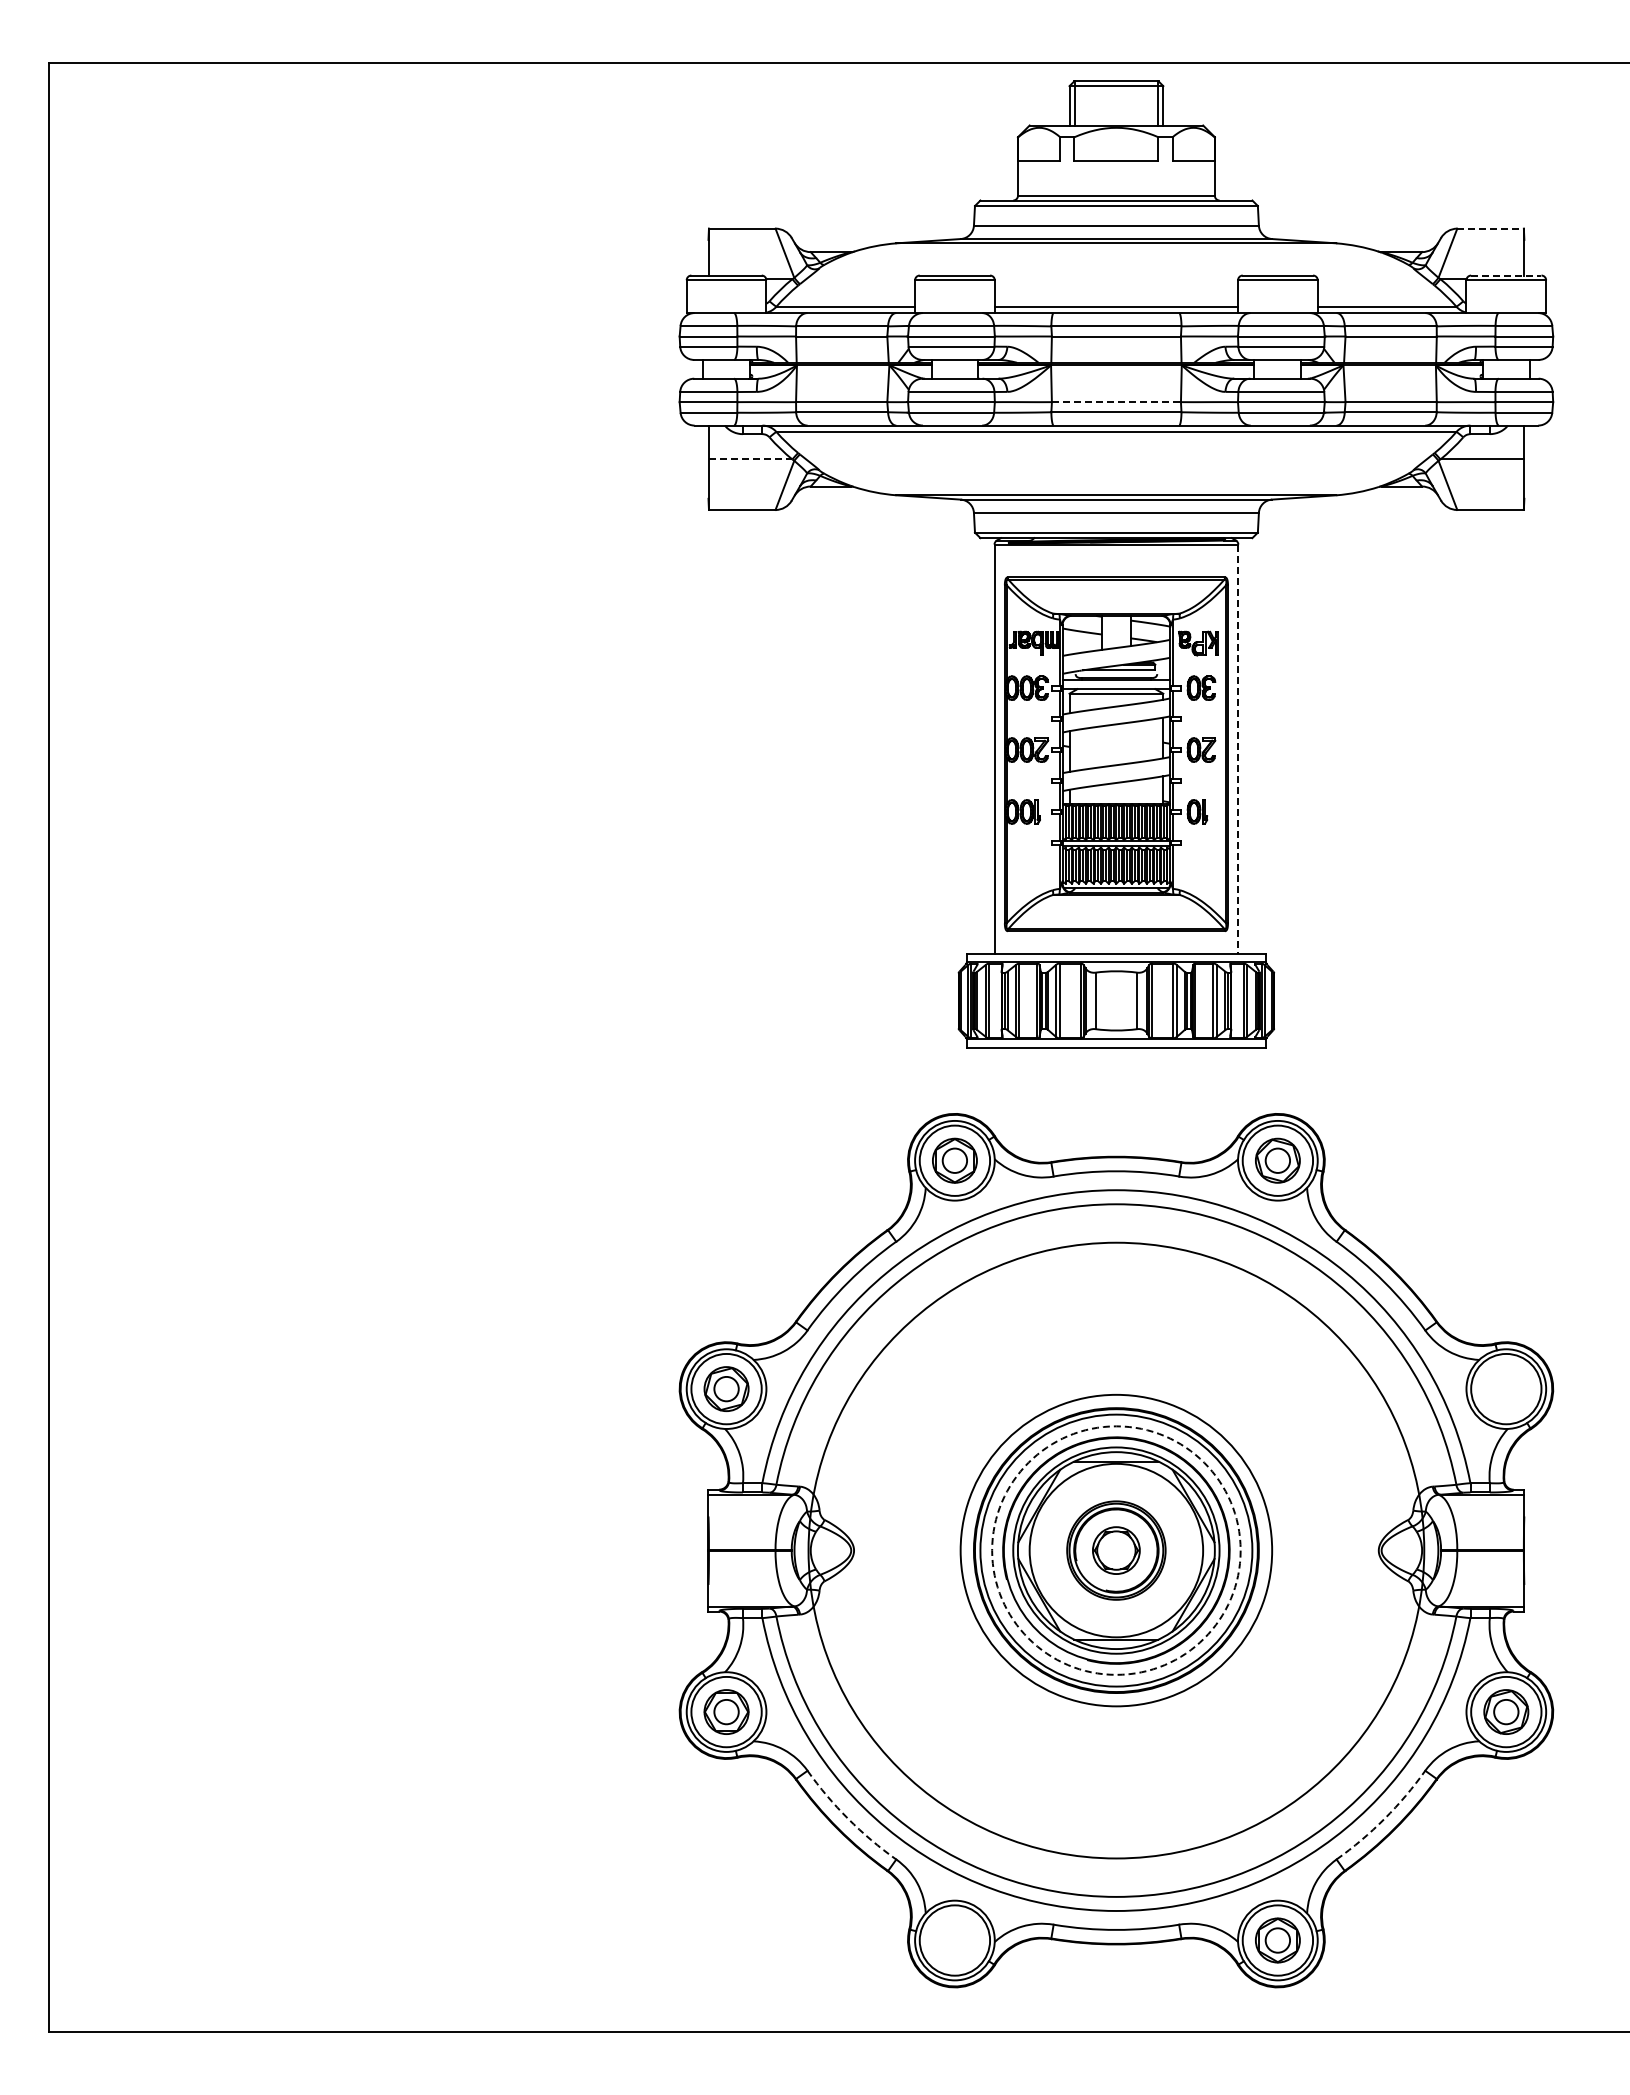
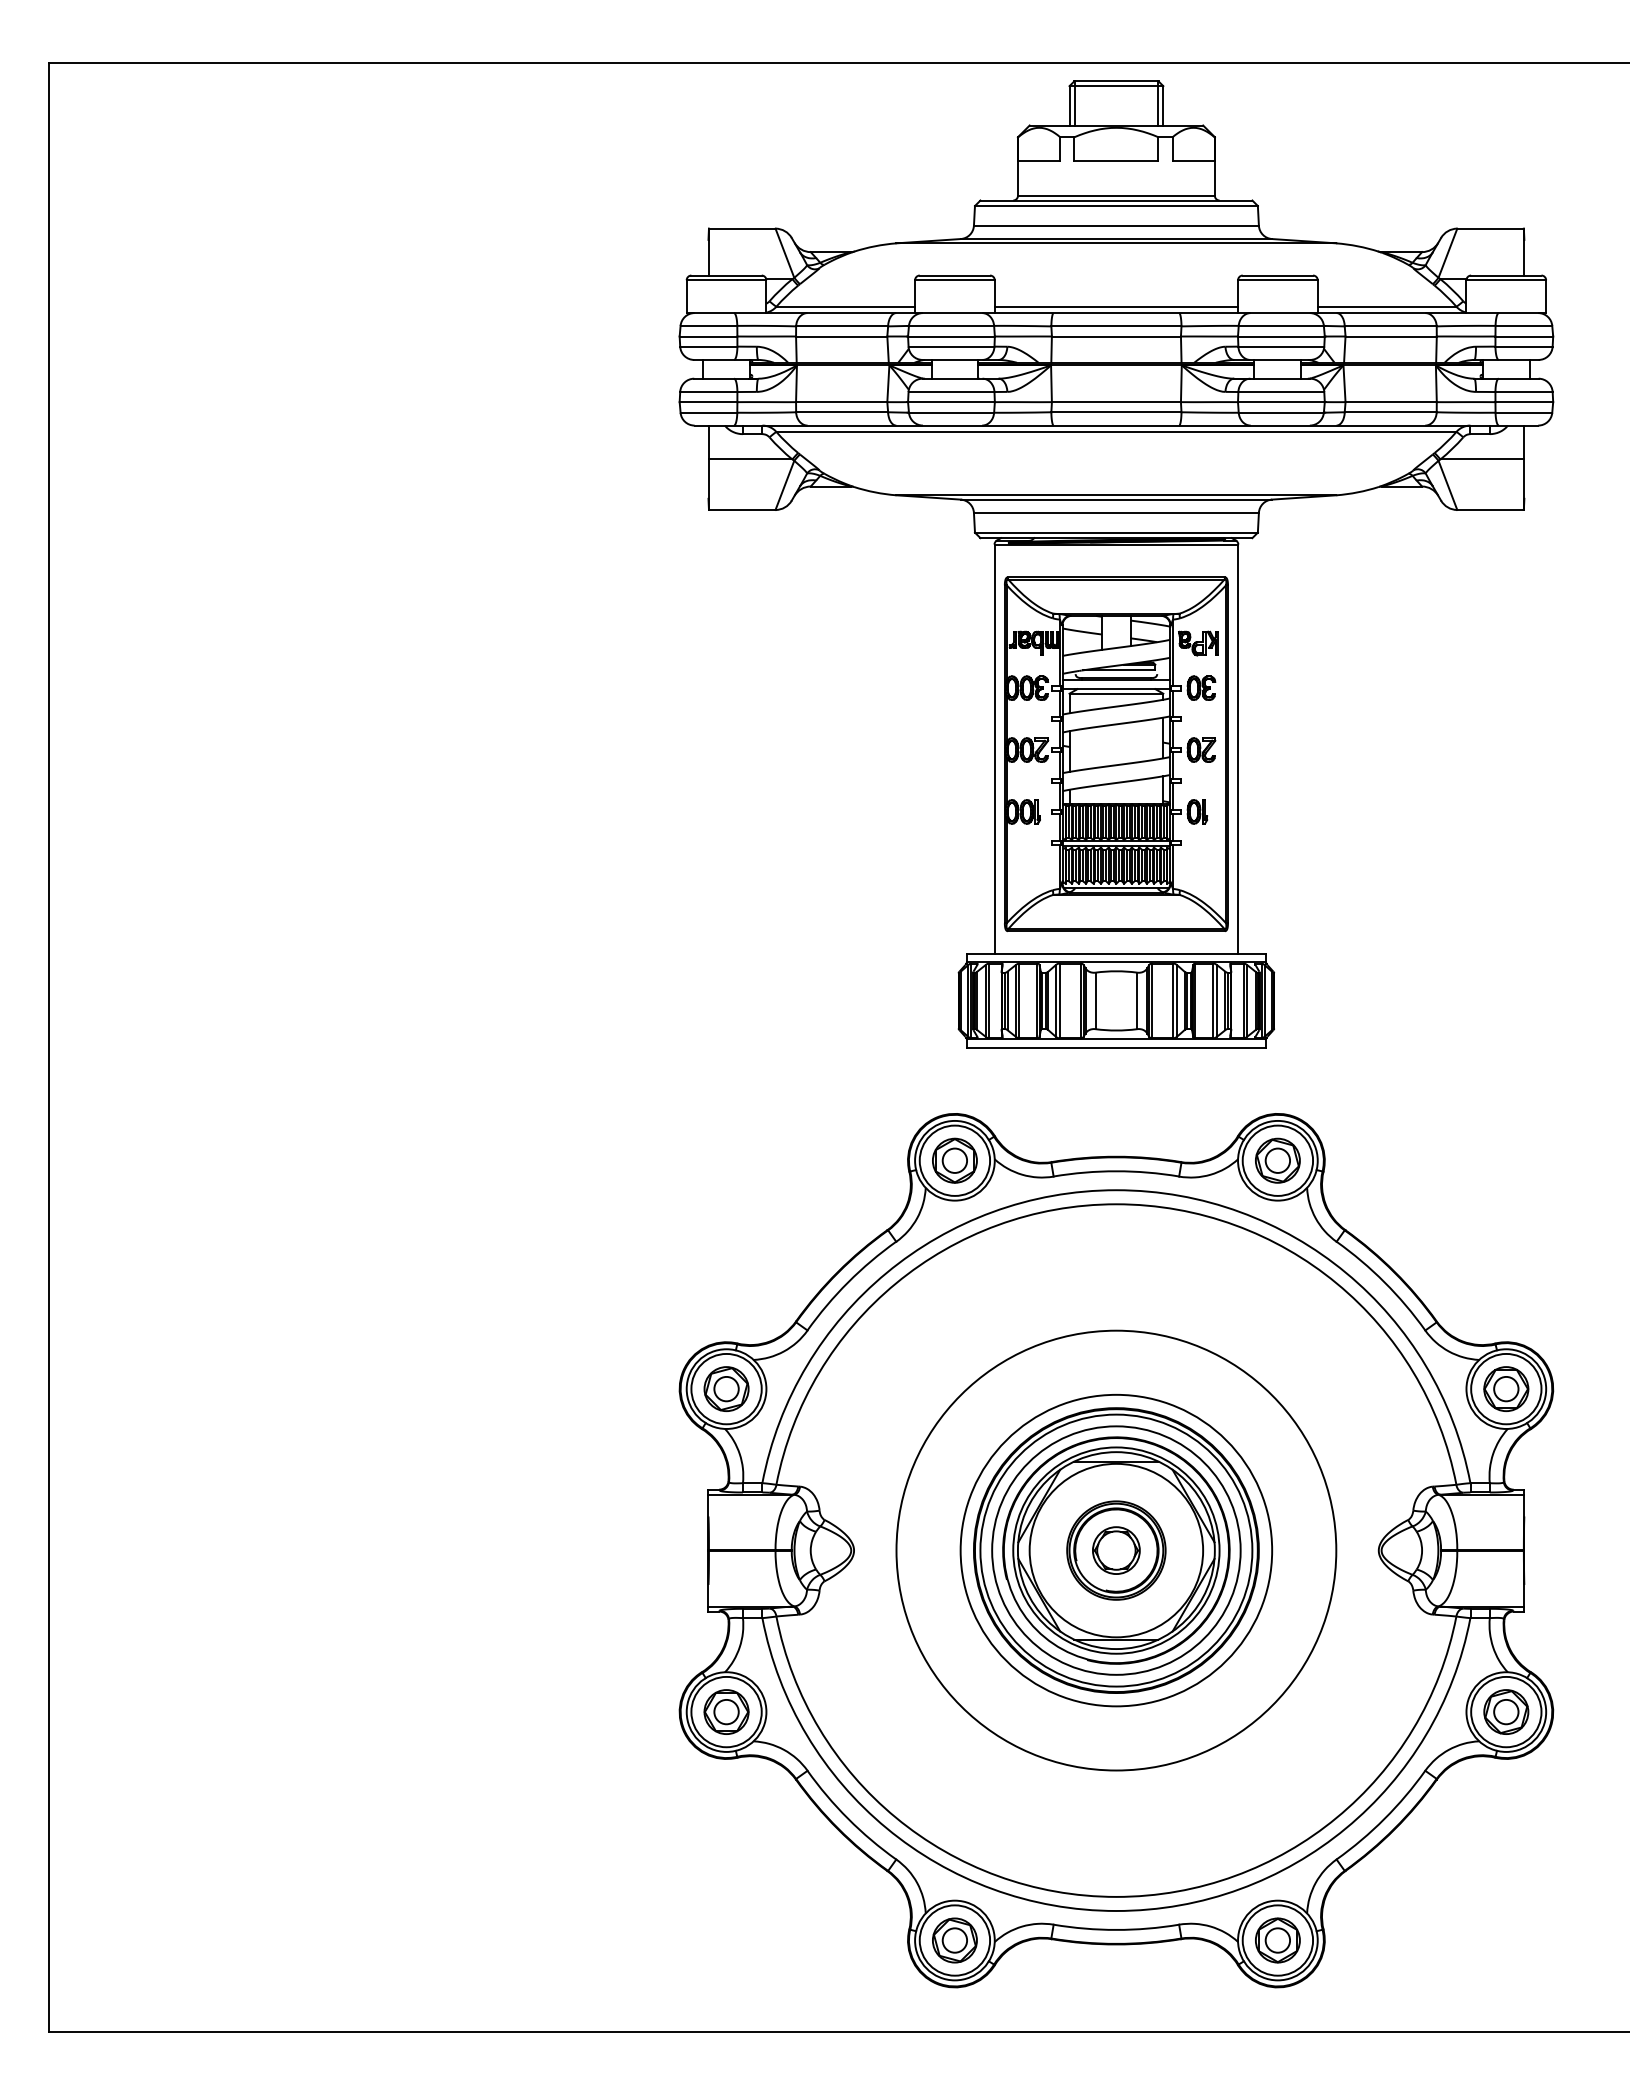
line at (1491, 228): dashed -> solid
line at (1506, 275): dashed -> solid
line at (1116, 402): dashed -> solid
line at (750, 459): dashed -> solid
line at (1238, 749): dashed -> solid
part at (1506, 1388): none -> present
circle at (1116, 1550) diameter: 616 px -> 440 px
circle at (1116, 1550): dashed -> solid
arc at (848, 1818): dashed -> solid
arc at (1384, 1818): dashed -> solid
part at (954, 1940): none -> present
